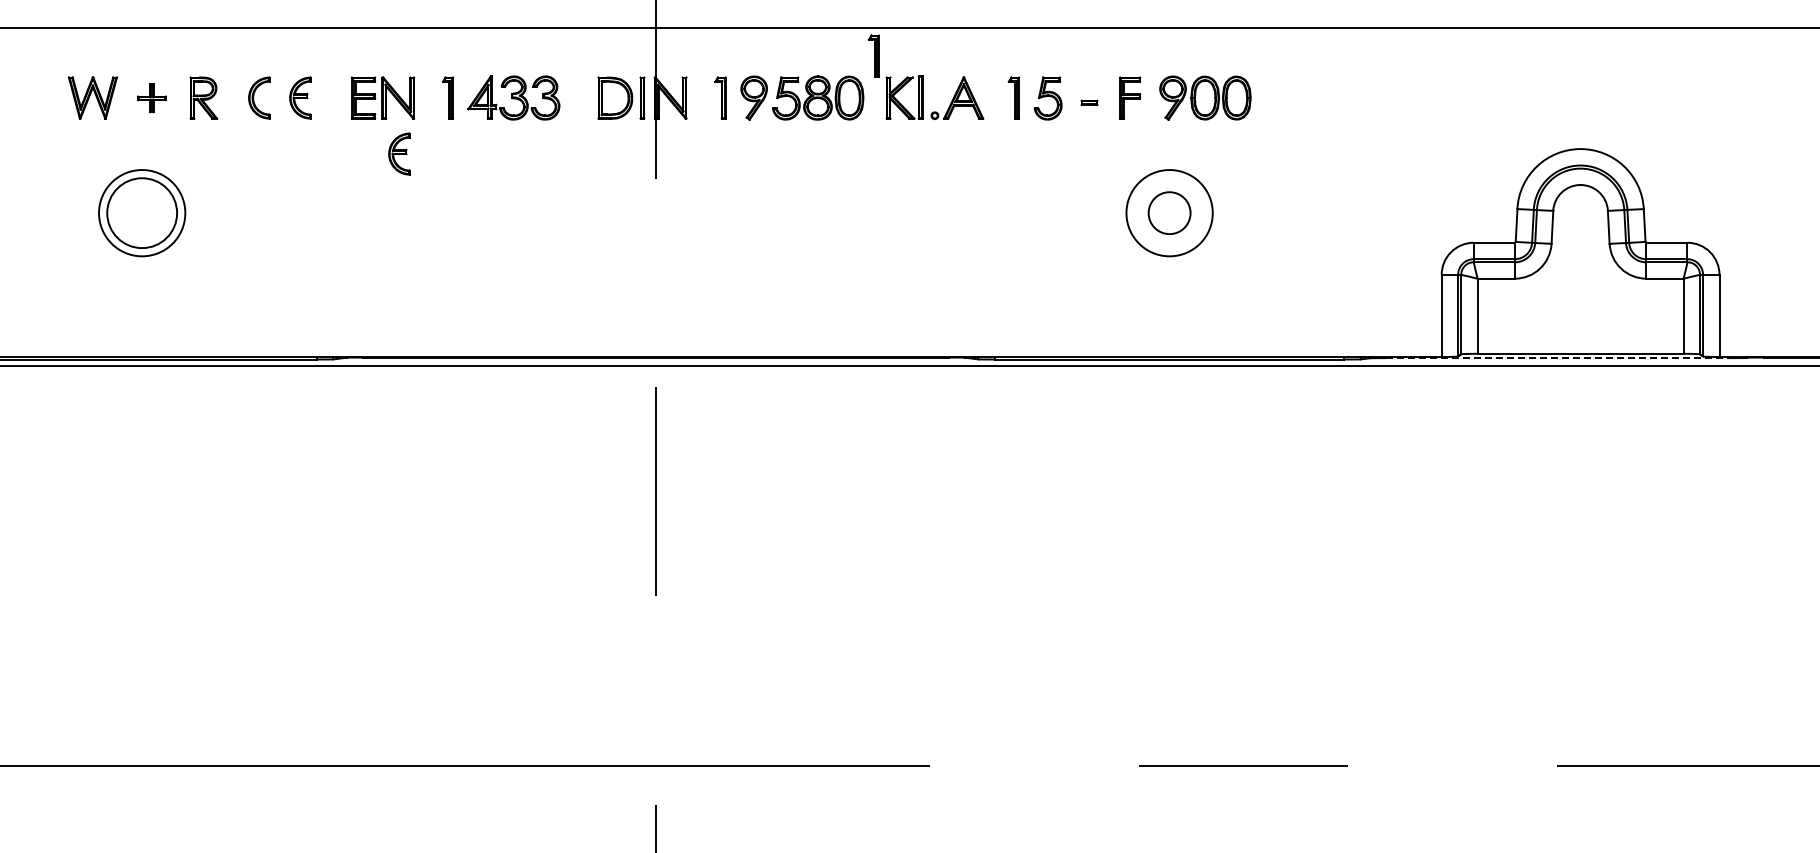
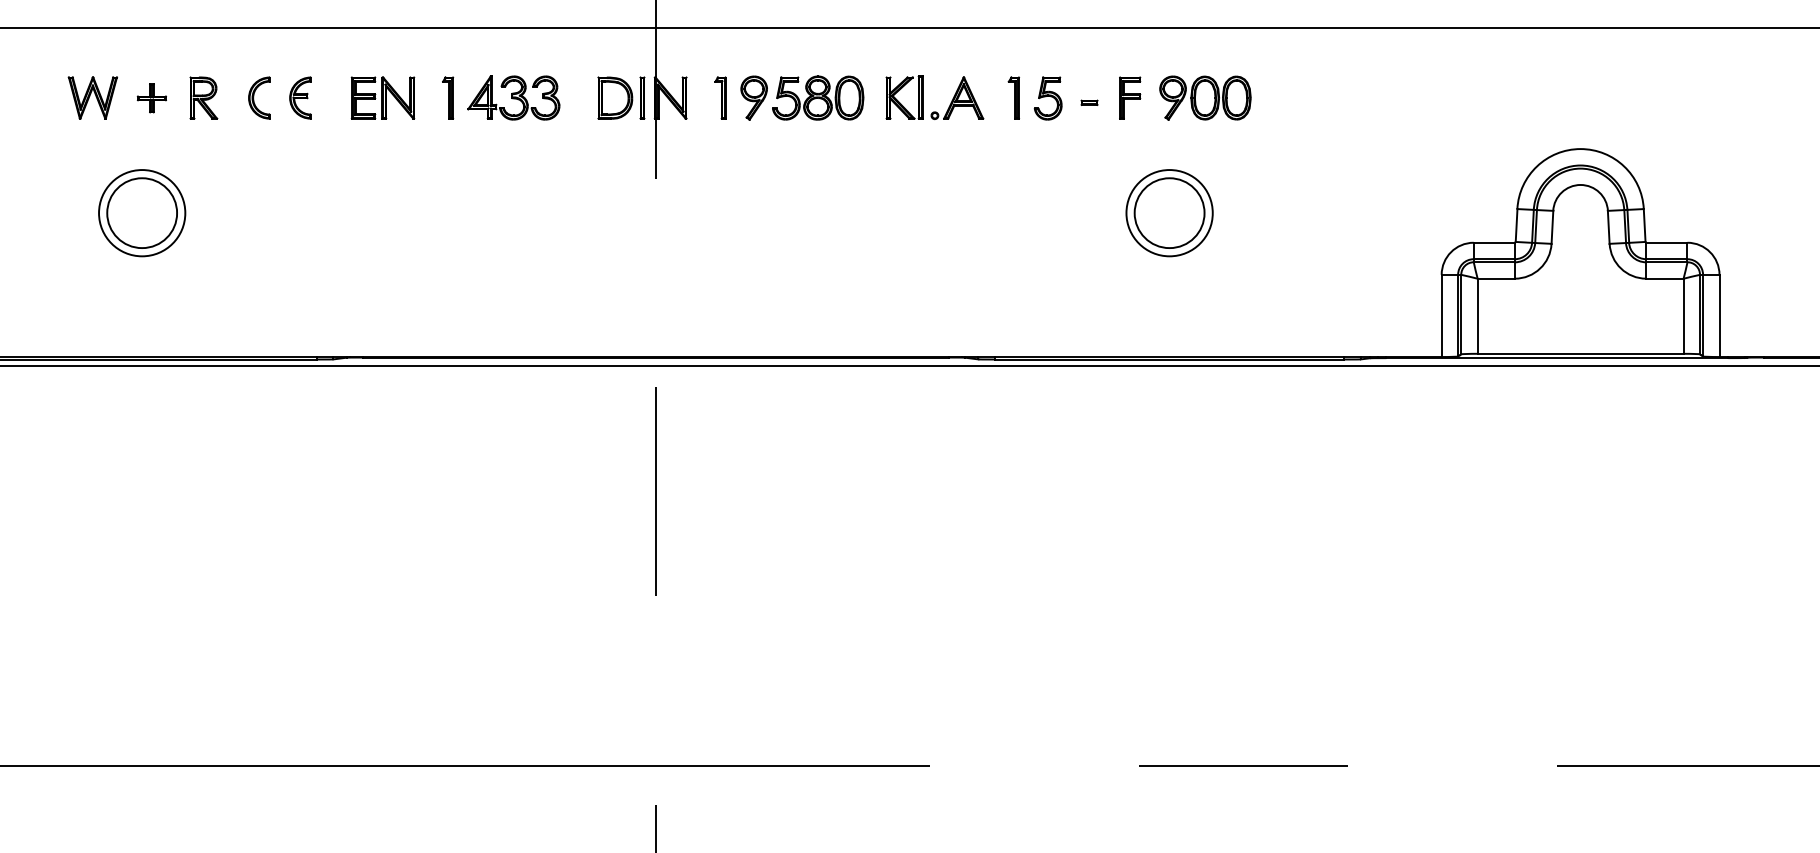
part at (873, 55): present -> none
part at (399, 153): present -> none
circle at (1169, 213) diameter: 42 px -> 70 px
line at (1557, 358): dashed -> solid
